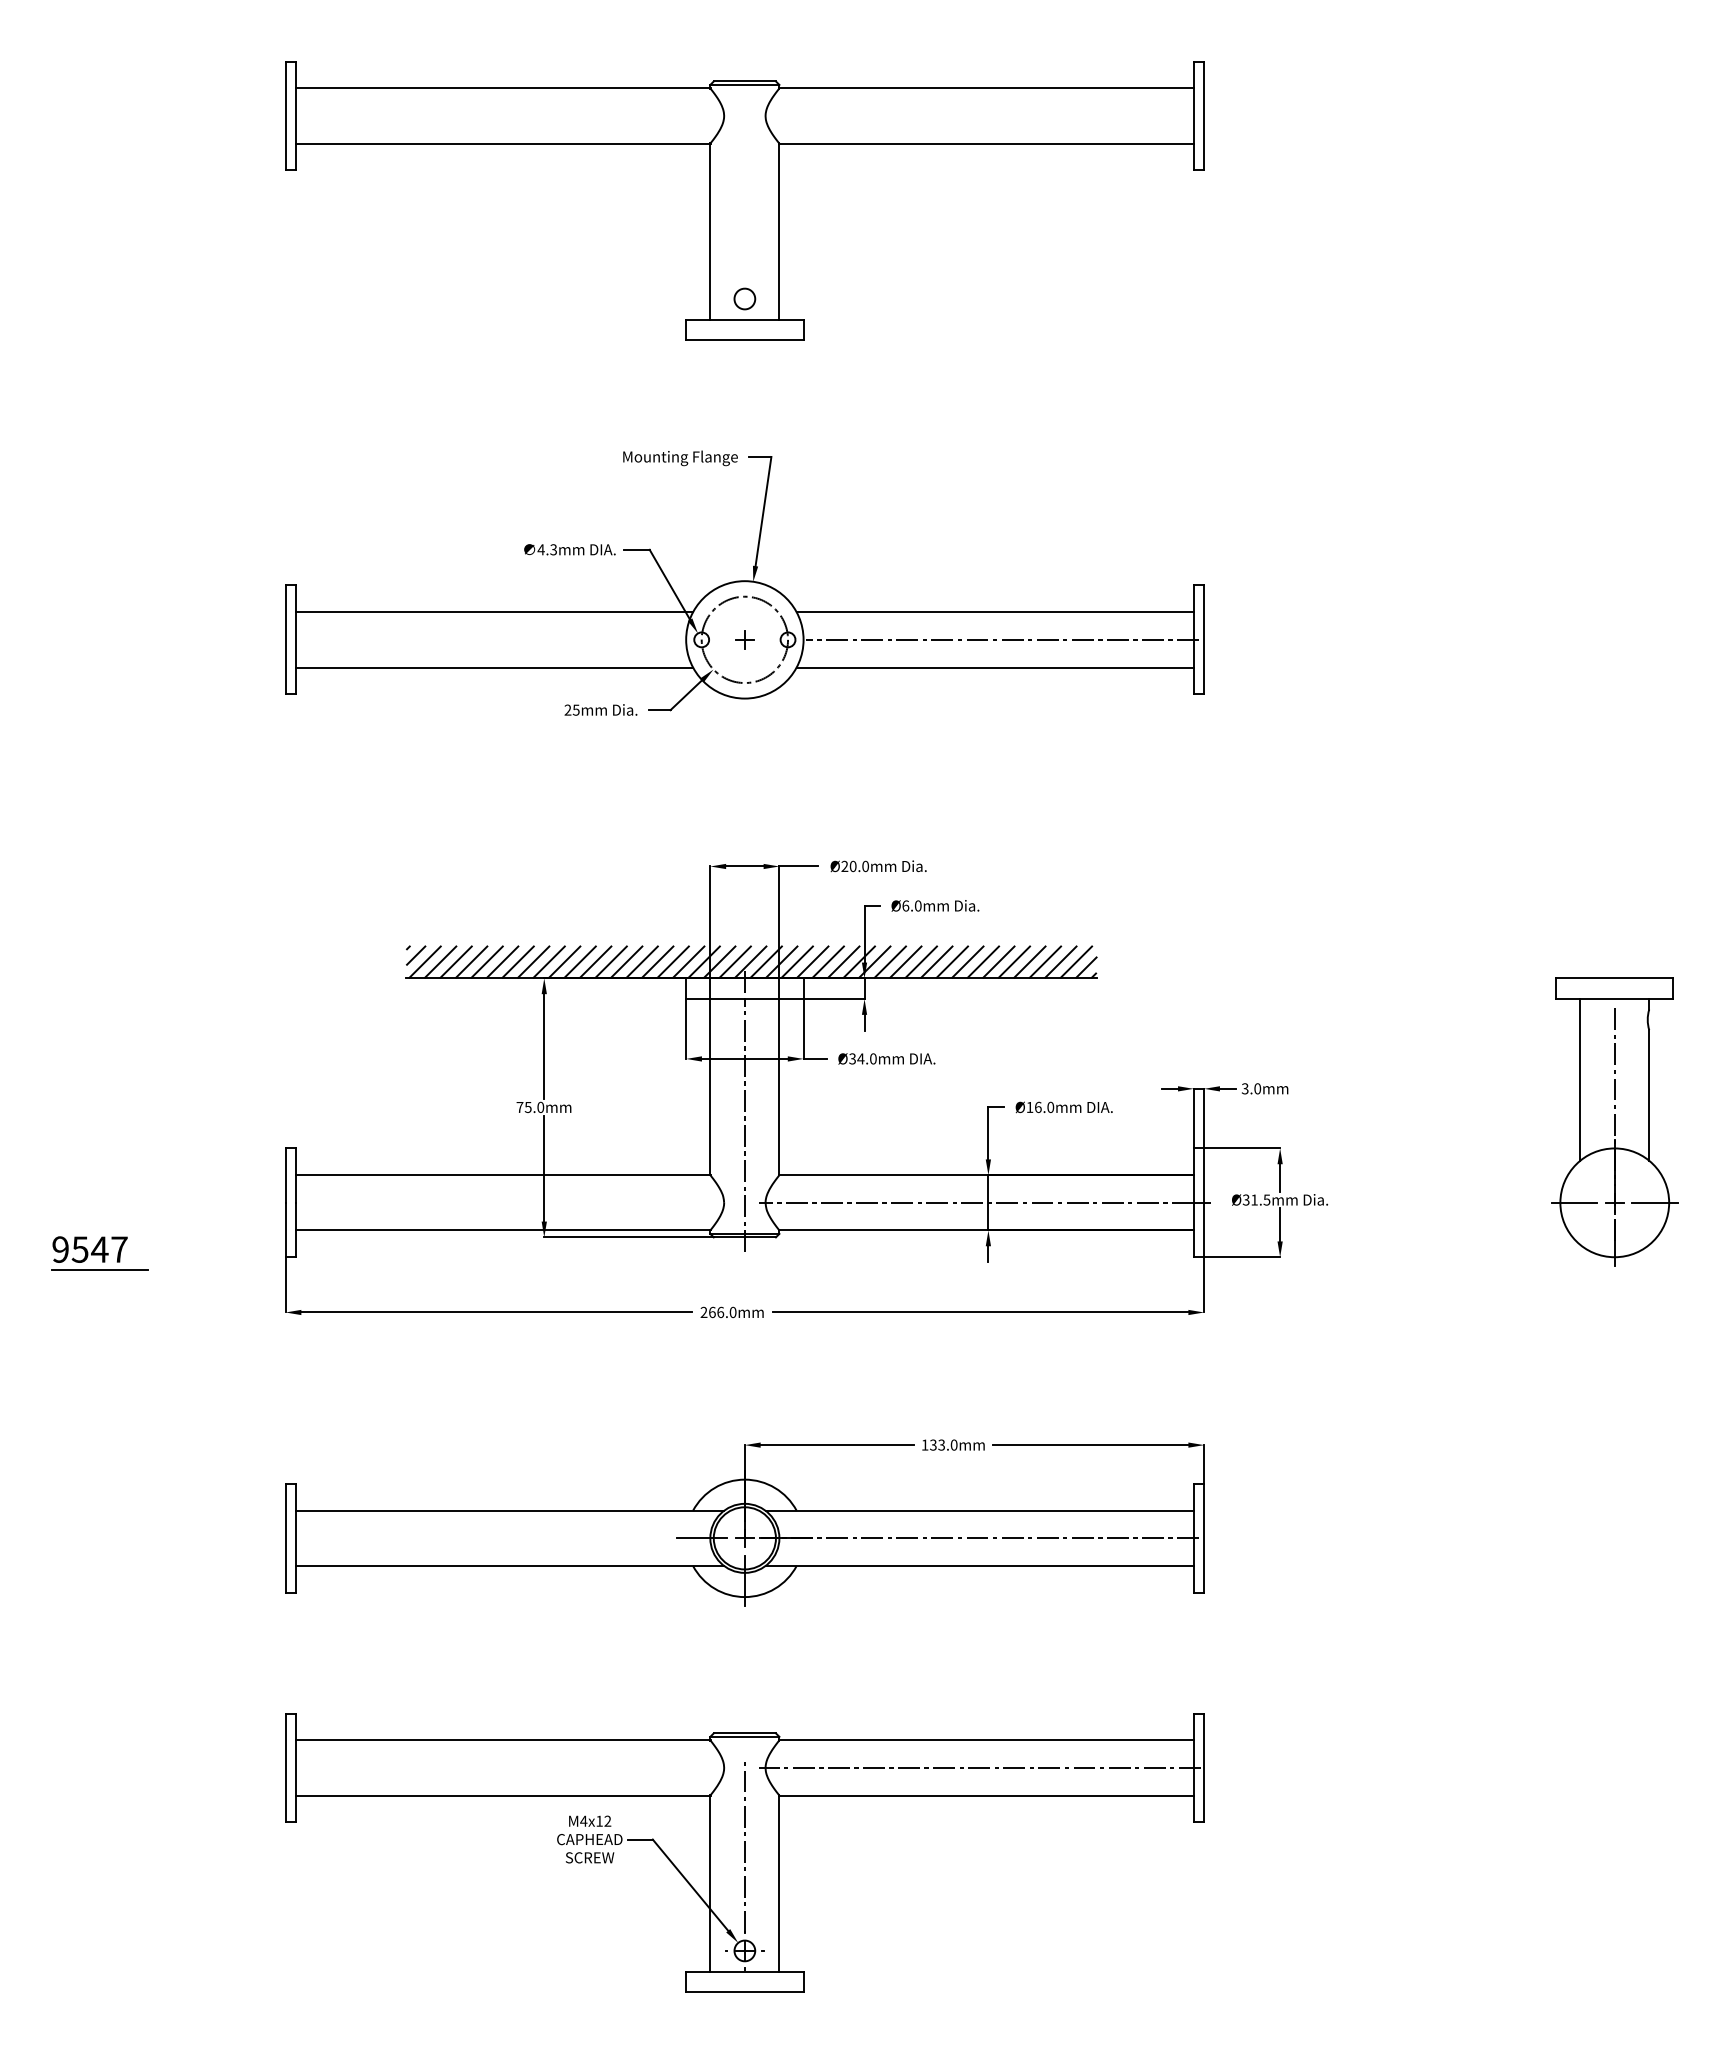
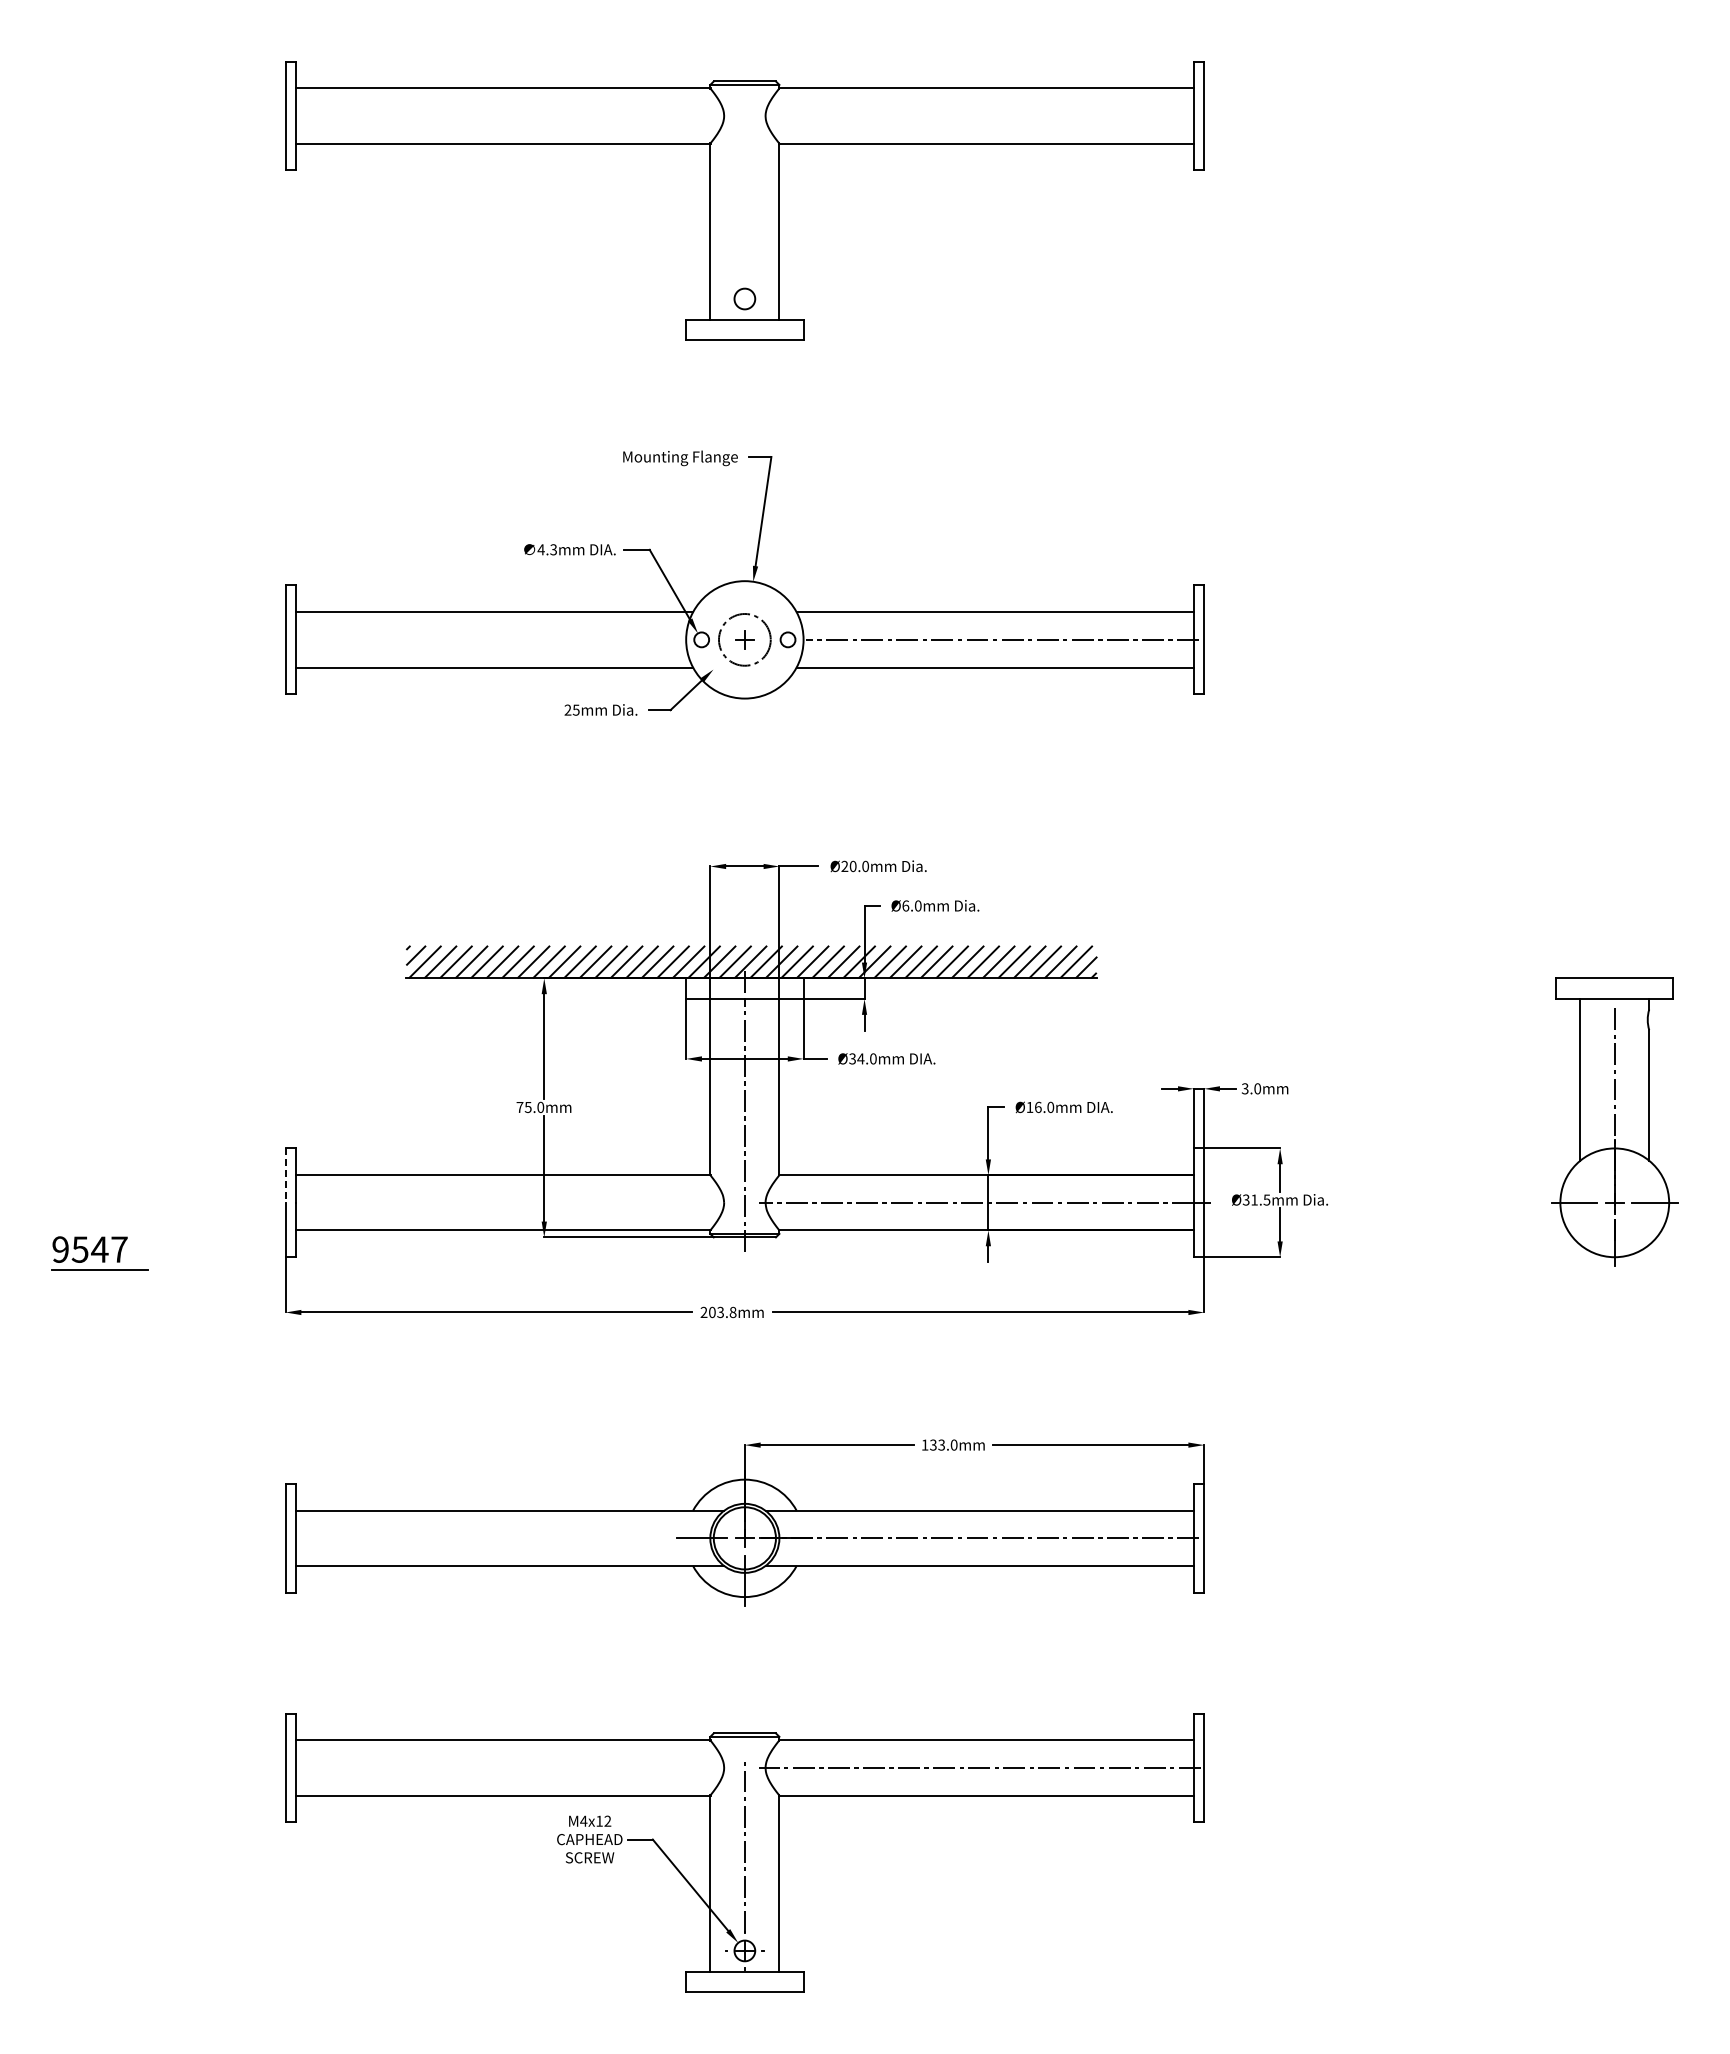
circle at (744, 639) diameter: 86 px -> 52 px
line at (285, 1176): solid -> dashed
text at (722, 1311): 266.0mm -> 203.8mm
